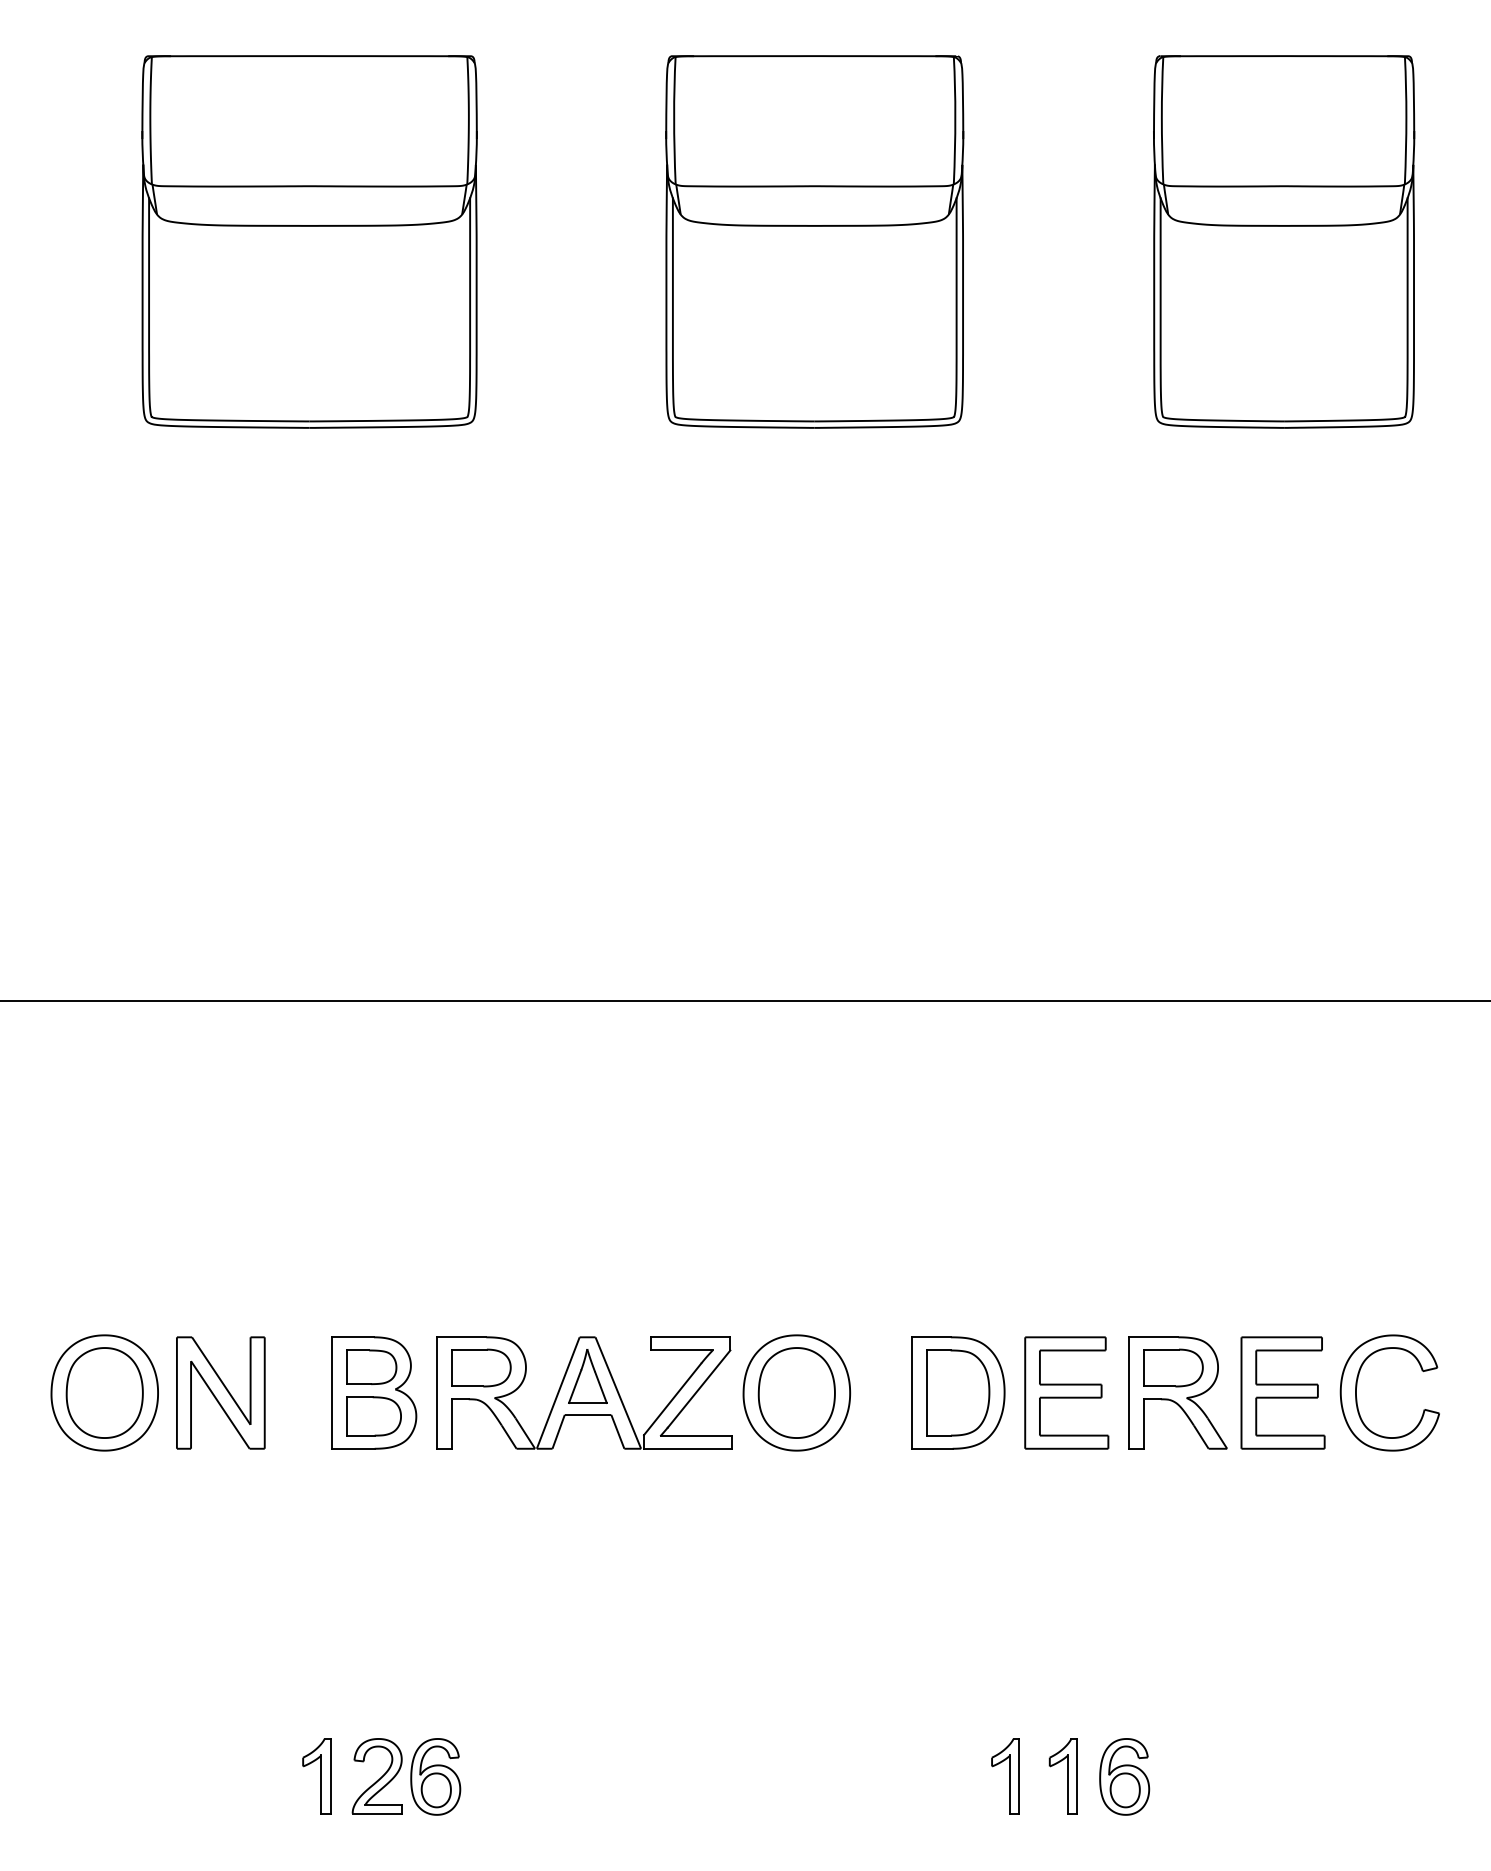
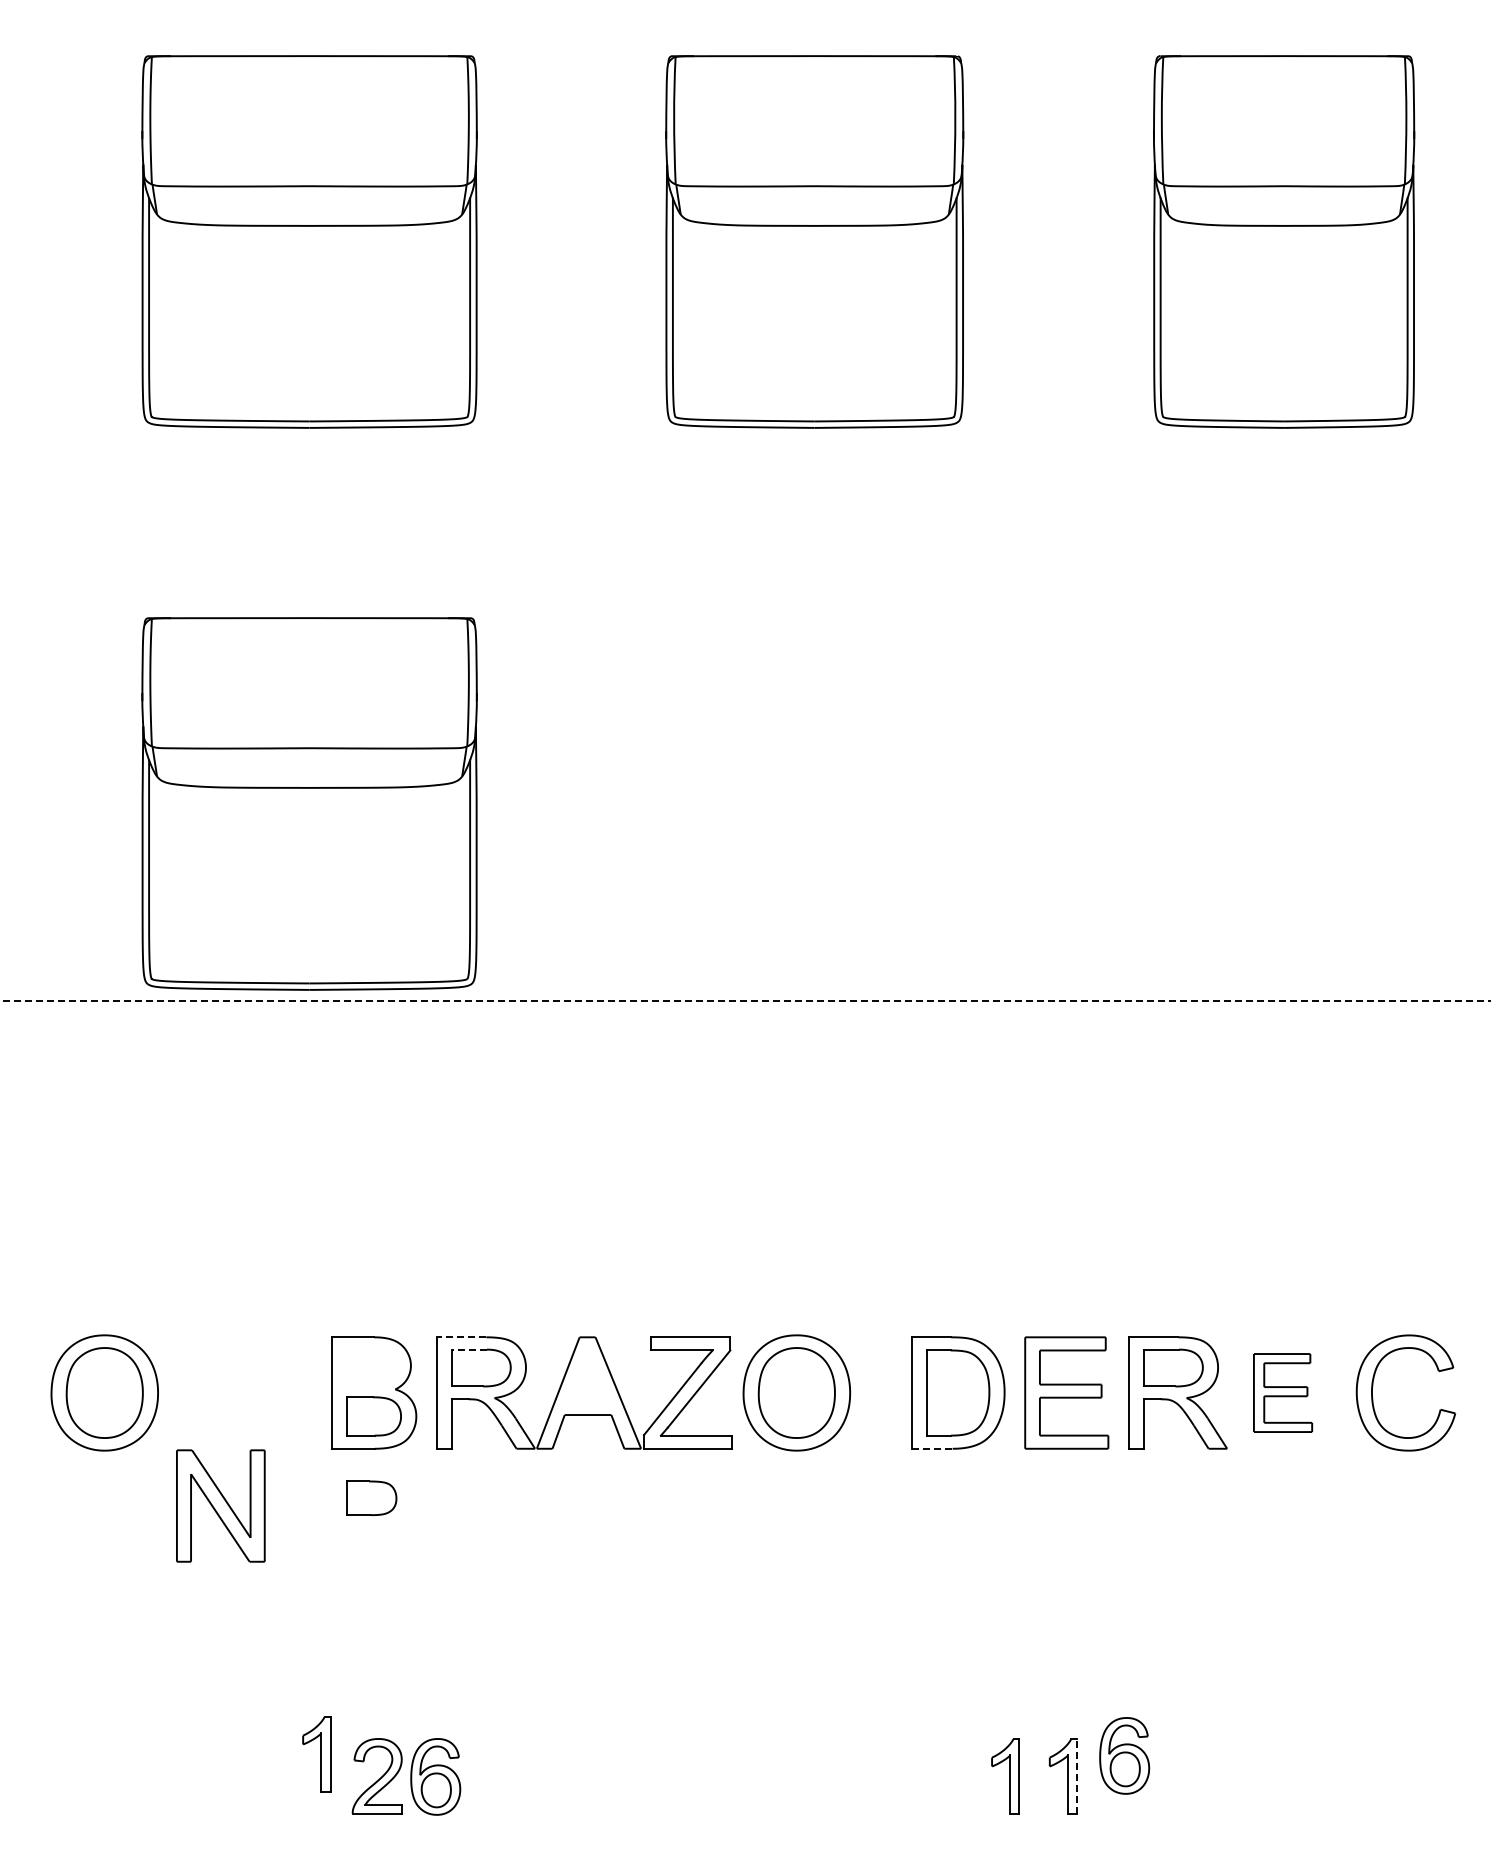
part at (309, 803): none -> present
line at (745, 1001): solid -> dashed
line at (461, 1337): solid -> dashed
line at (469, 1349): solid -> dashed
part at (371, 1366) position: (371, 1366) -> (371, 1497)
part at (587, 1376): present -> none
part at (1357, 1386) position: (1357, 1386) -> (1373, 1386)
part at (220, 1392) position: (220, 1392) -> (220, 1505)
part at (1282, 1392) size: 86x114 px -> 61x80 px
line at (933, 1448): solid -> dashed
line at (1077, 1775): solid -> dashed
part at (316, 1776) position: (316, 1776) -> (316, 1754)
part at (1124, 1776) position: (1124, 1776) -> (1124, 1755)
